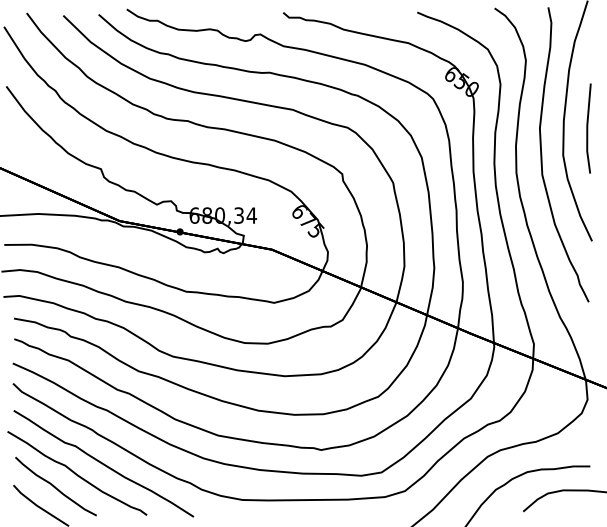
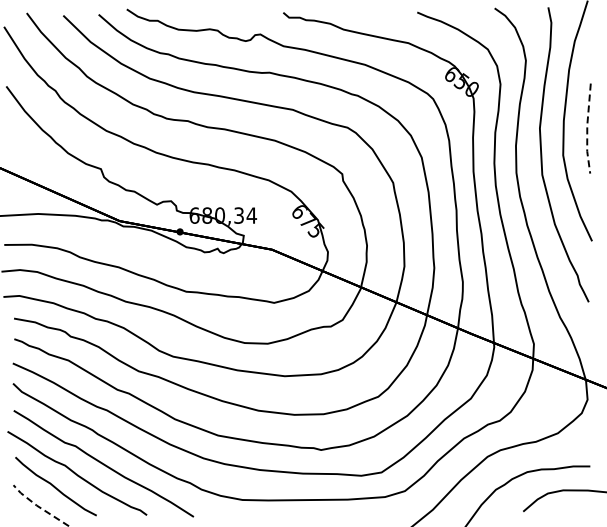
line at (587, 128): solid -> dashed
line at (38, 506): solid -> dashed
